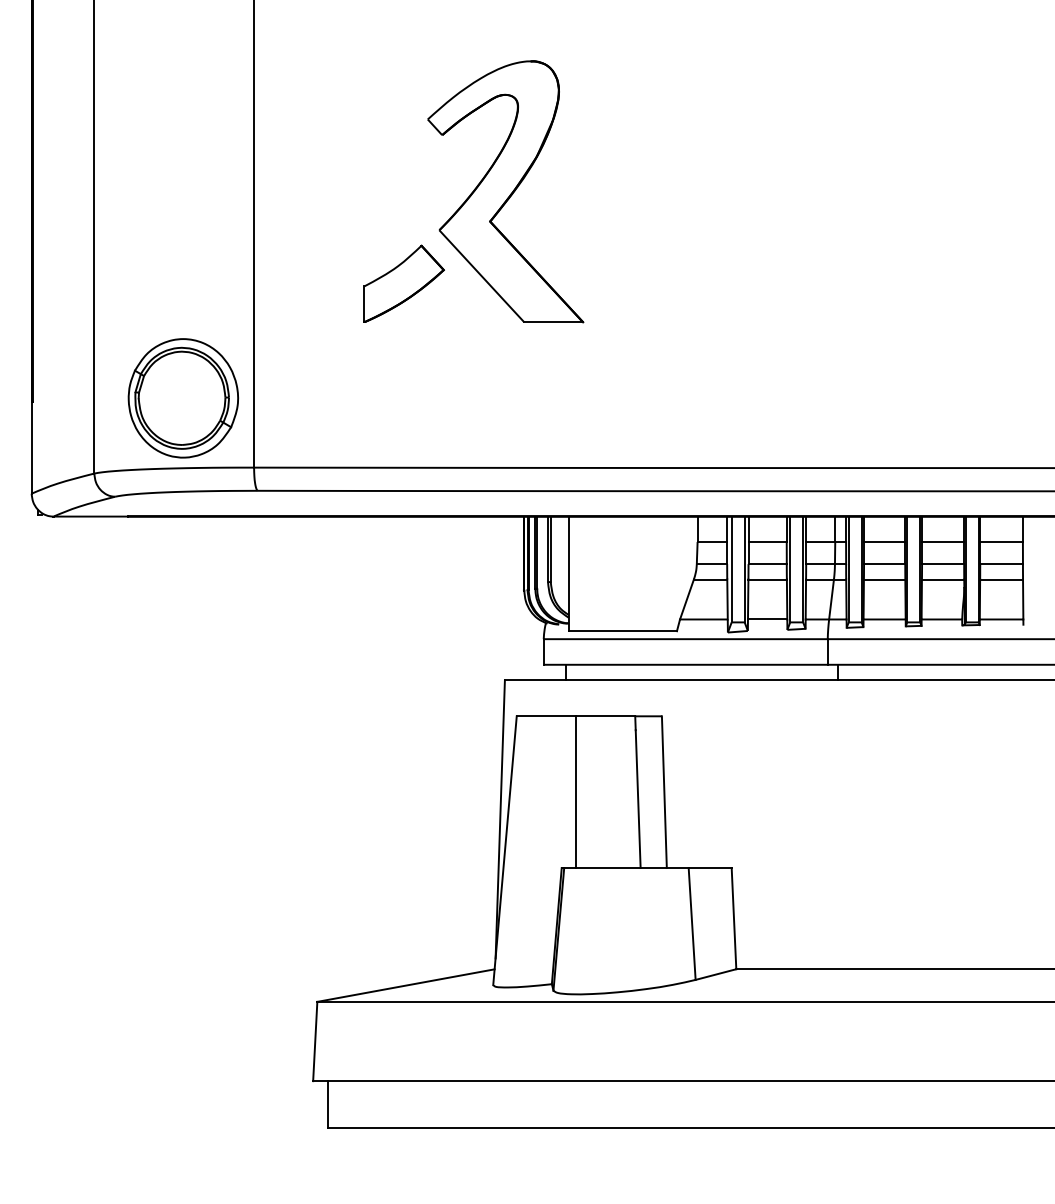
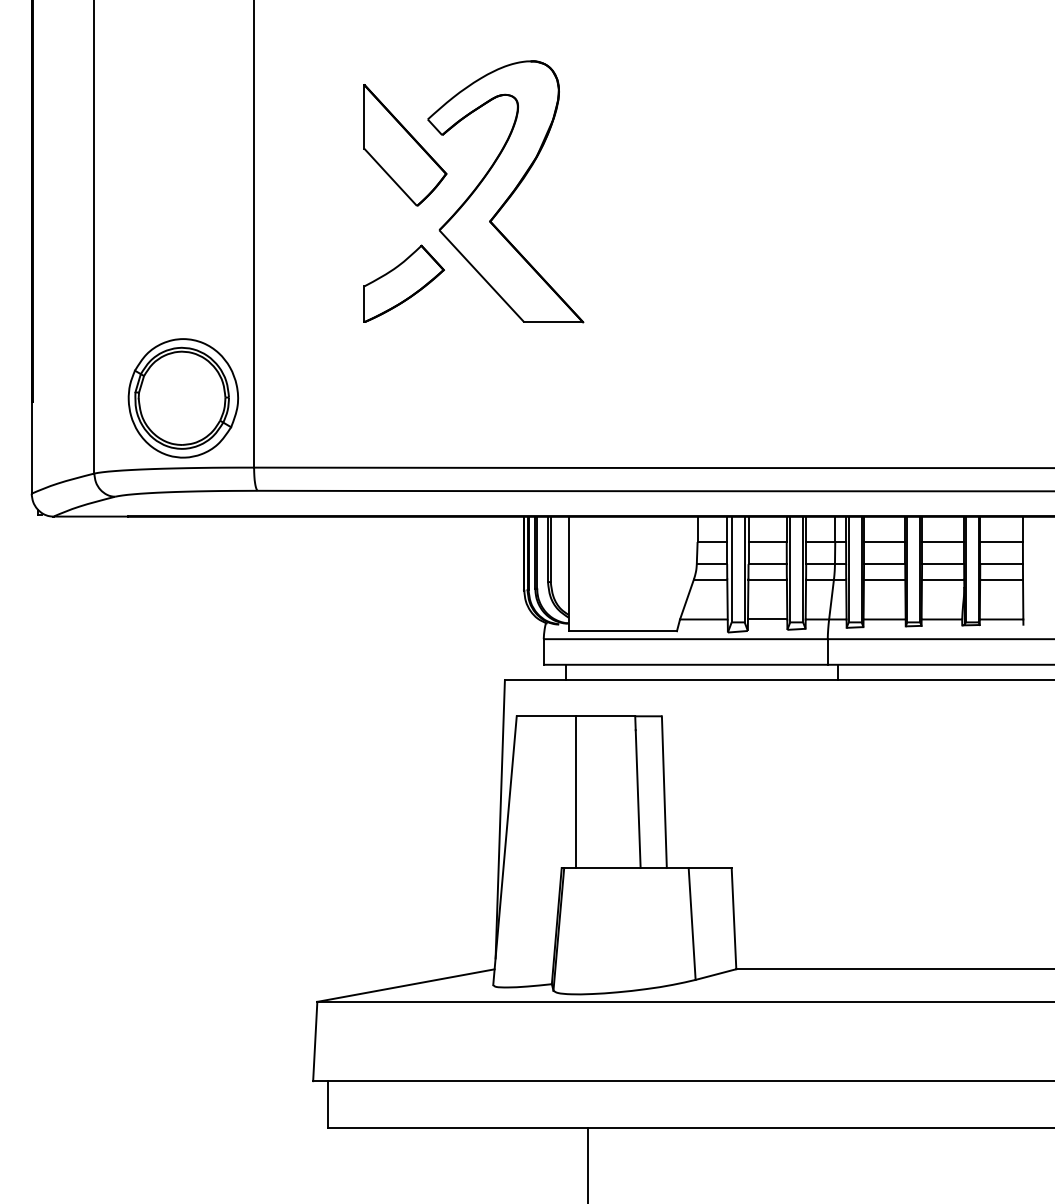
part at (405, 145): none -> present
line at (588, 1164): none -> present
